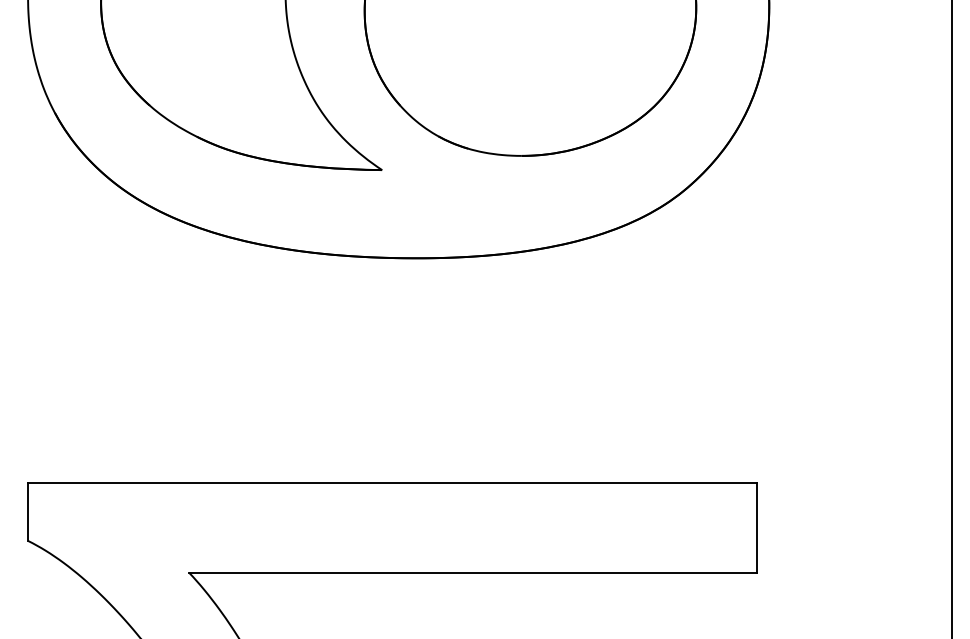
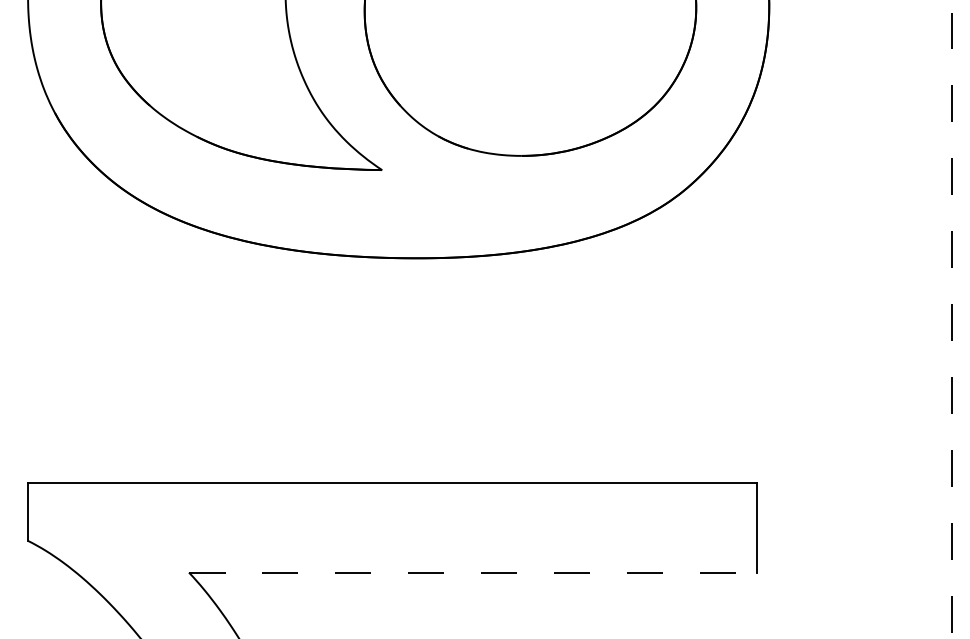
line at (951, 319): solid -> dashed
line at (473, 572): solid -> dashed
